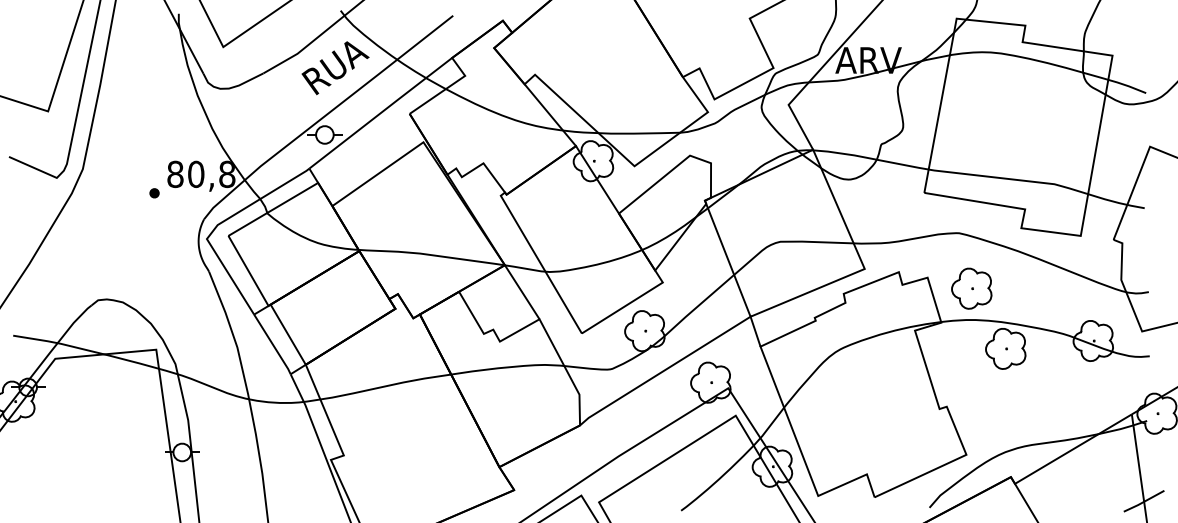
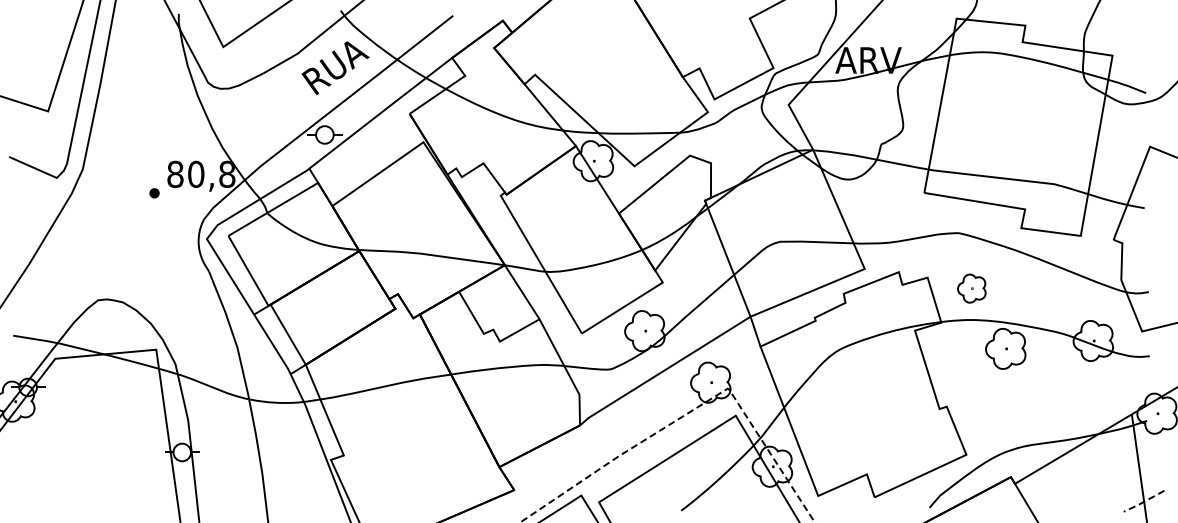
part at (971, 288) size: 42x43 px -> 30x31 px
line at (690, 411): solid -> dashed
line at (1144, 501): solid -> dashed
